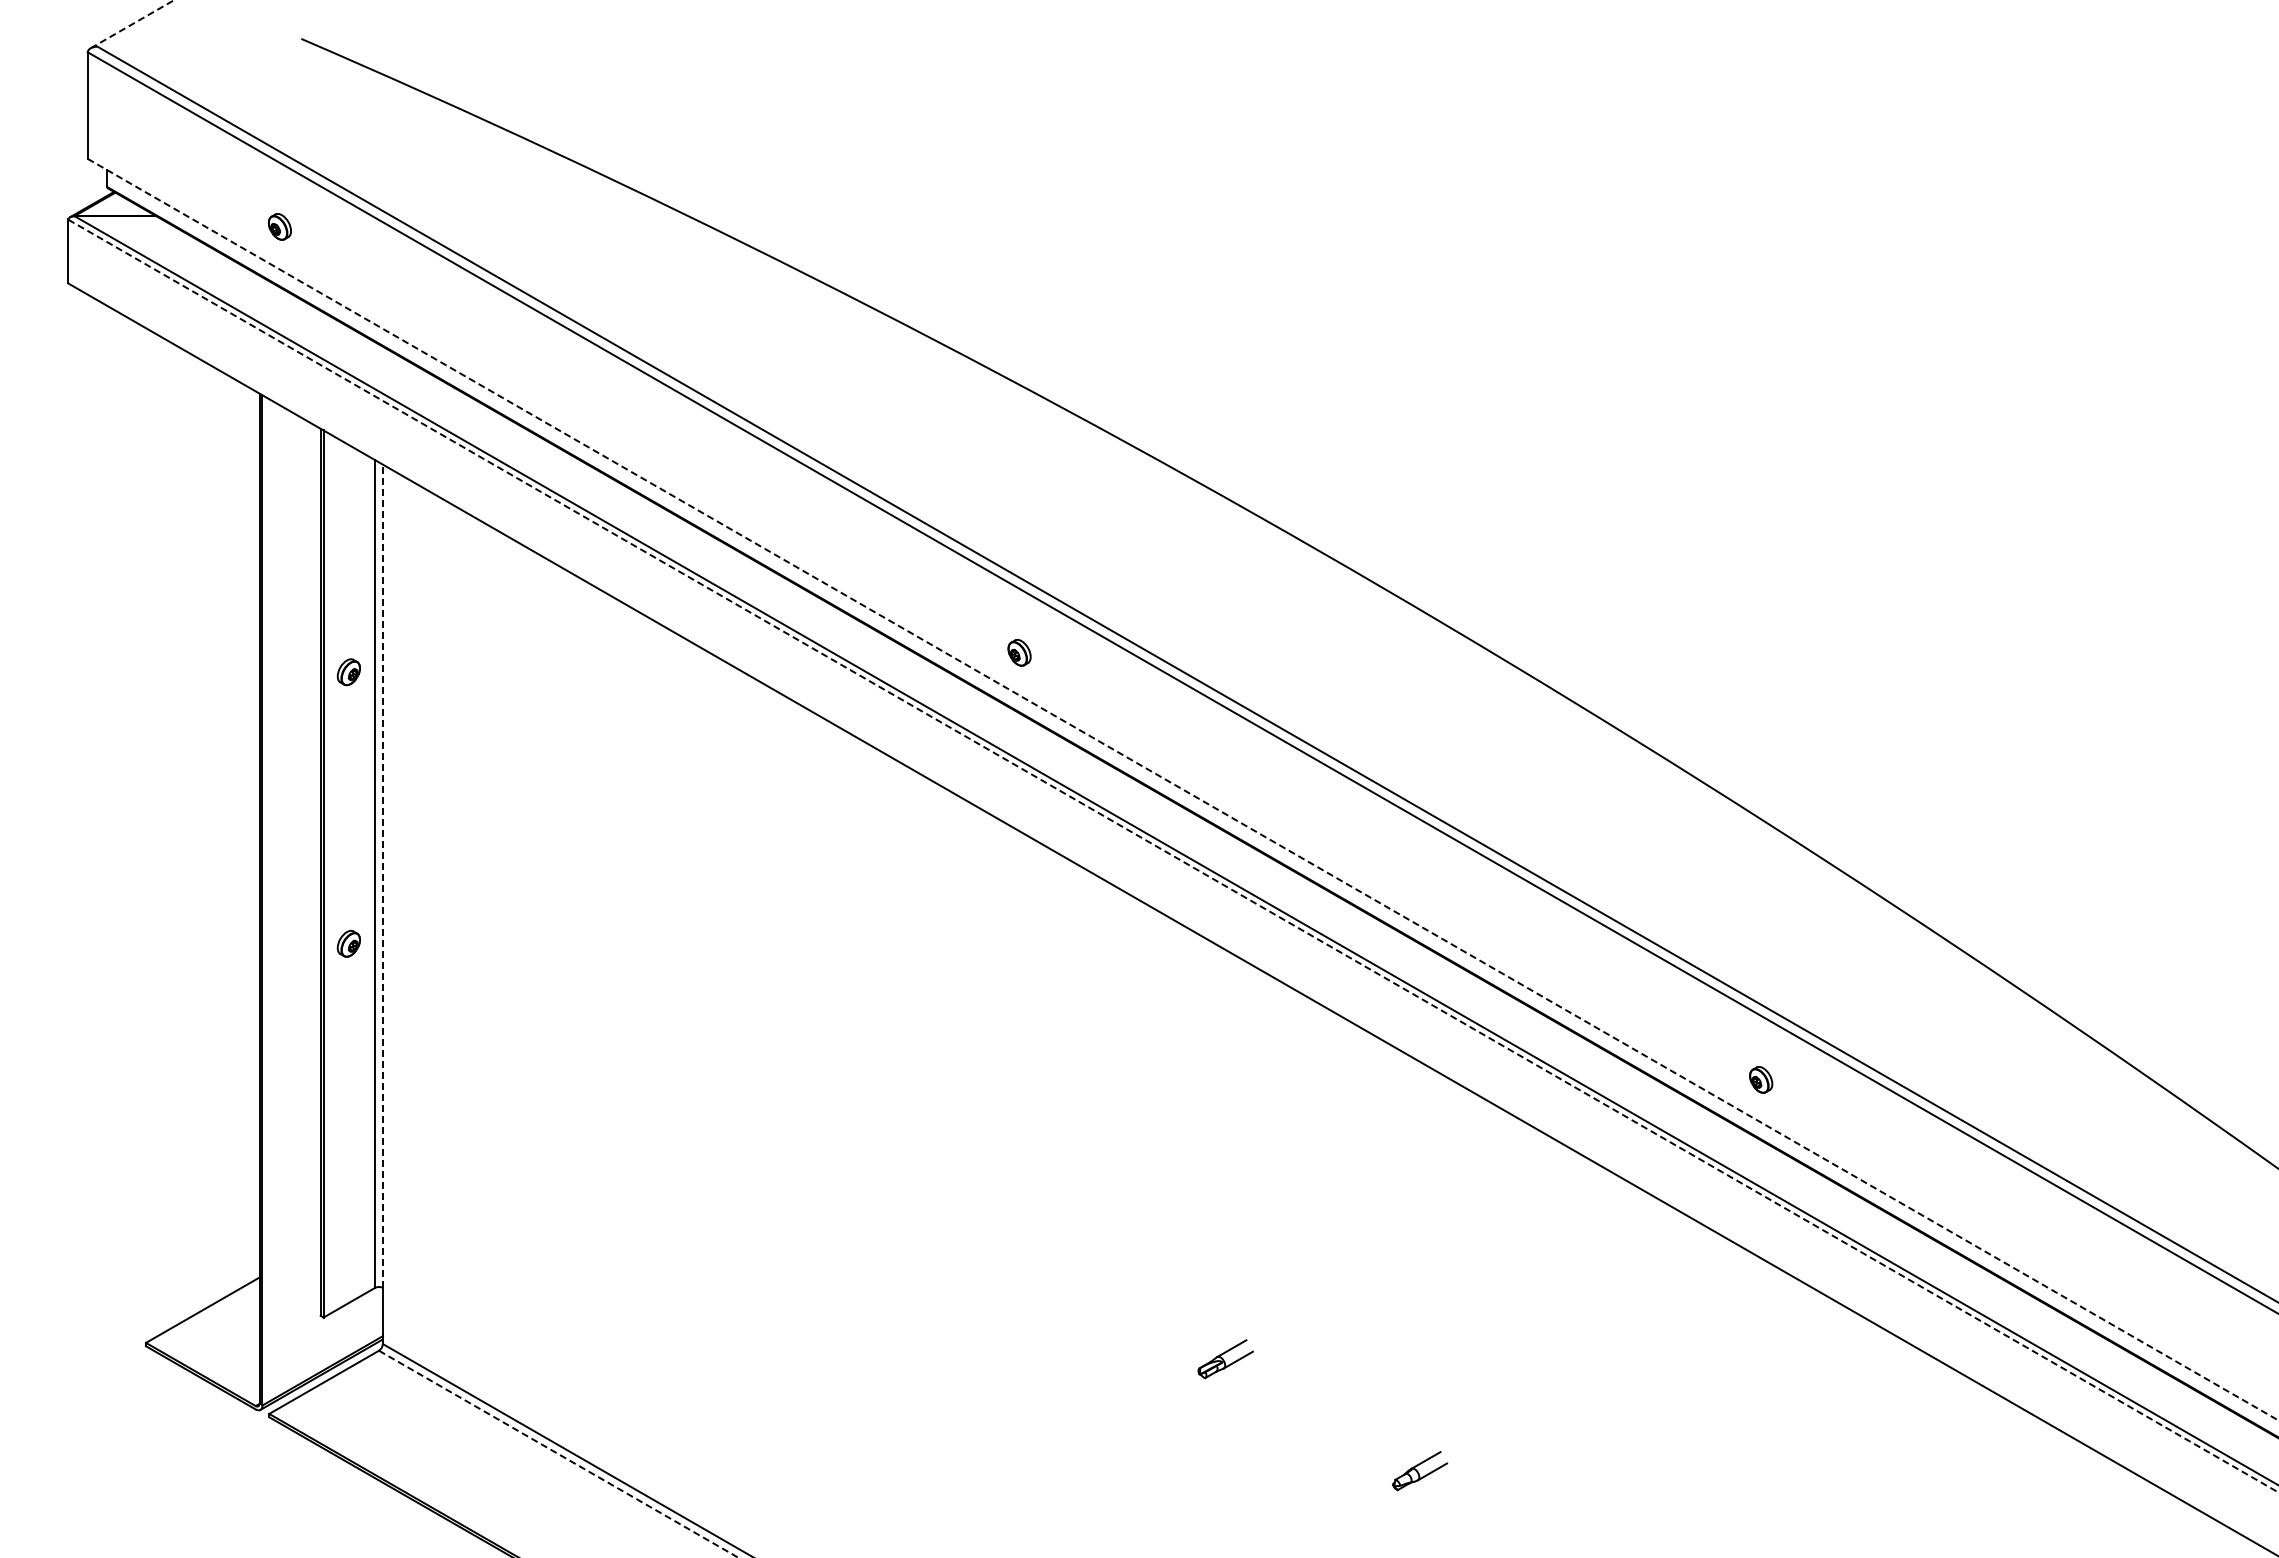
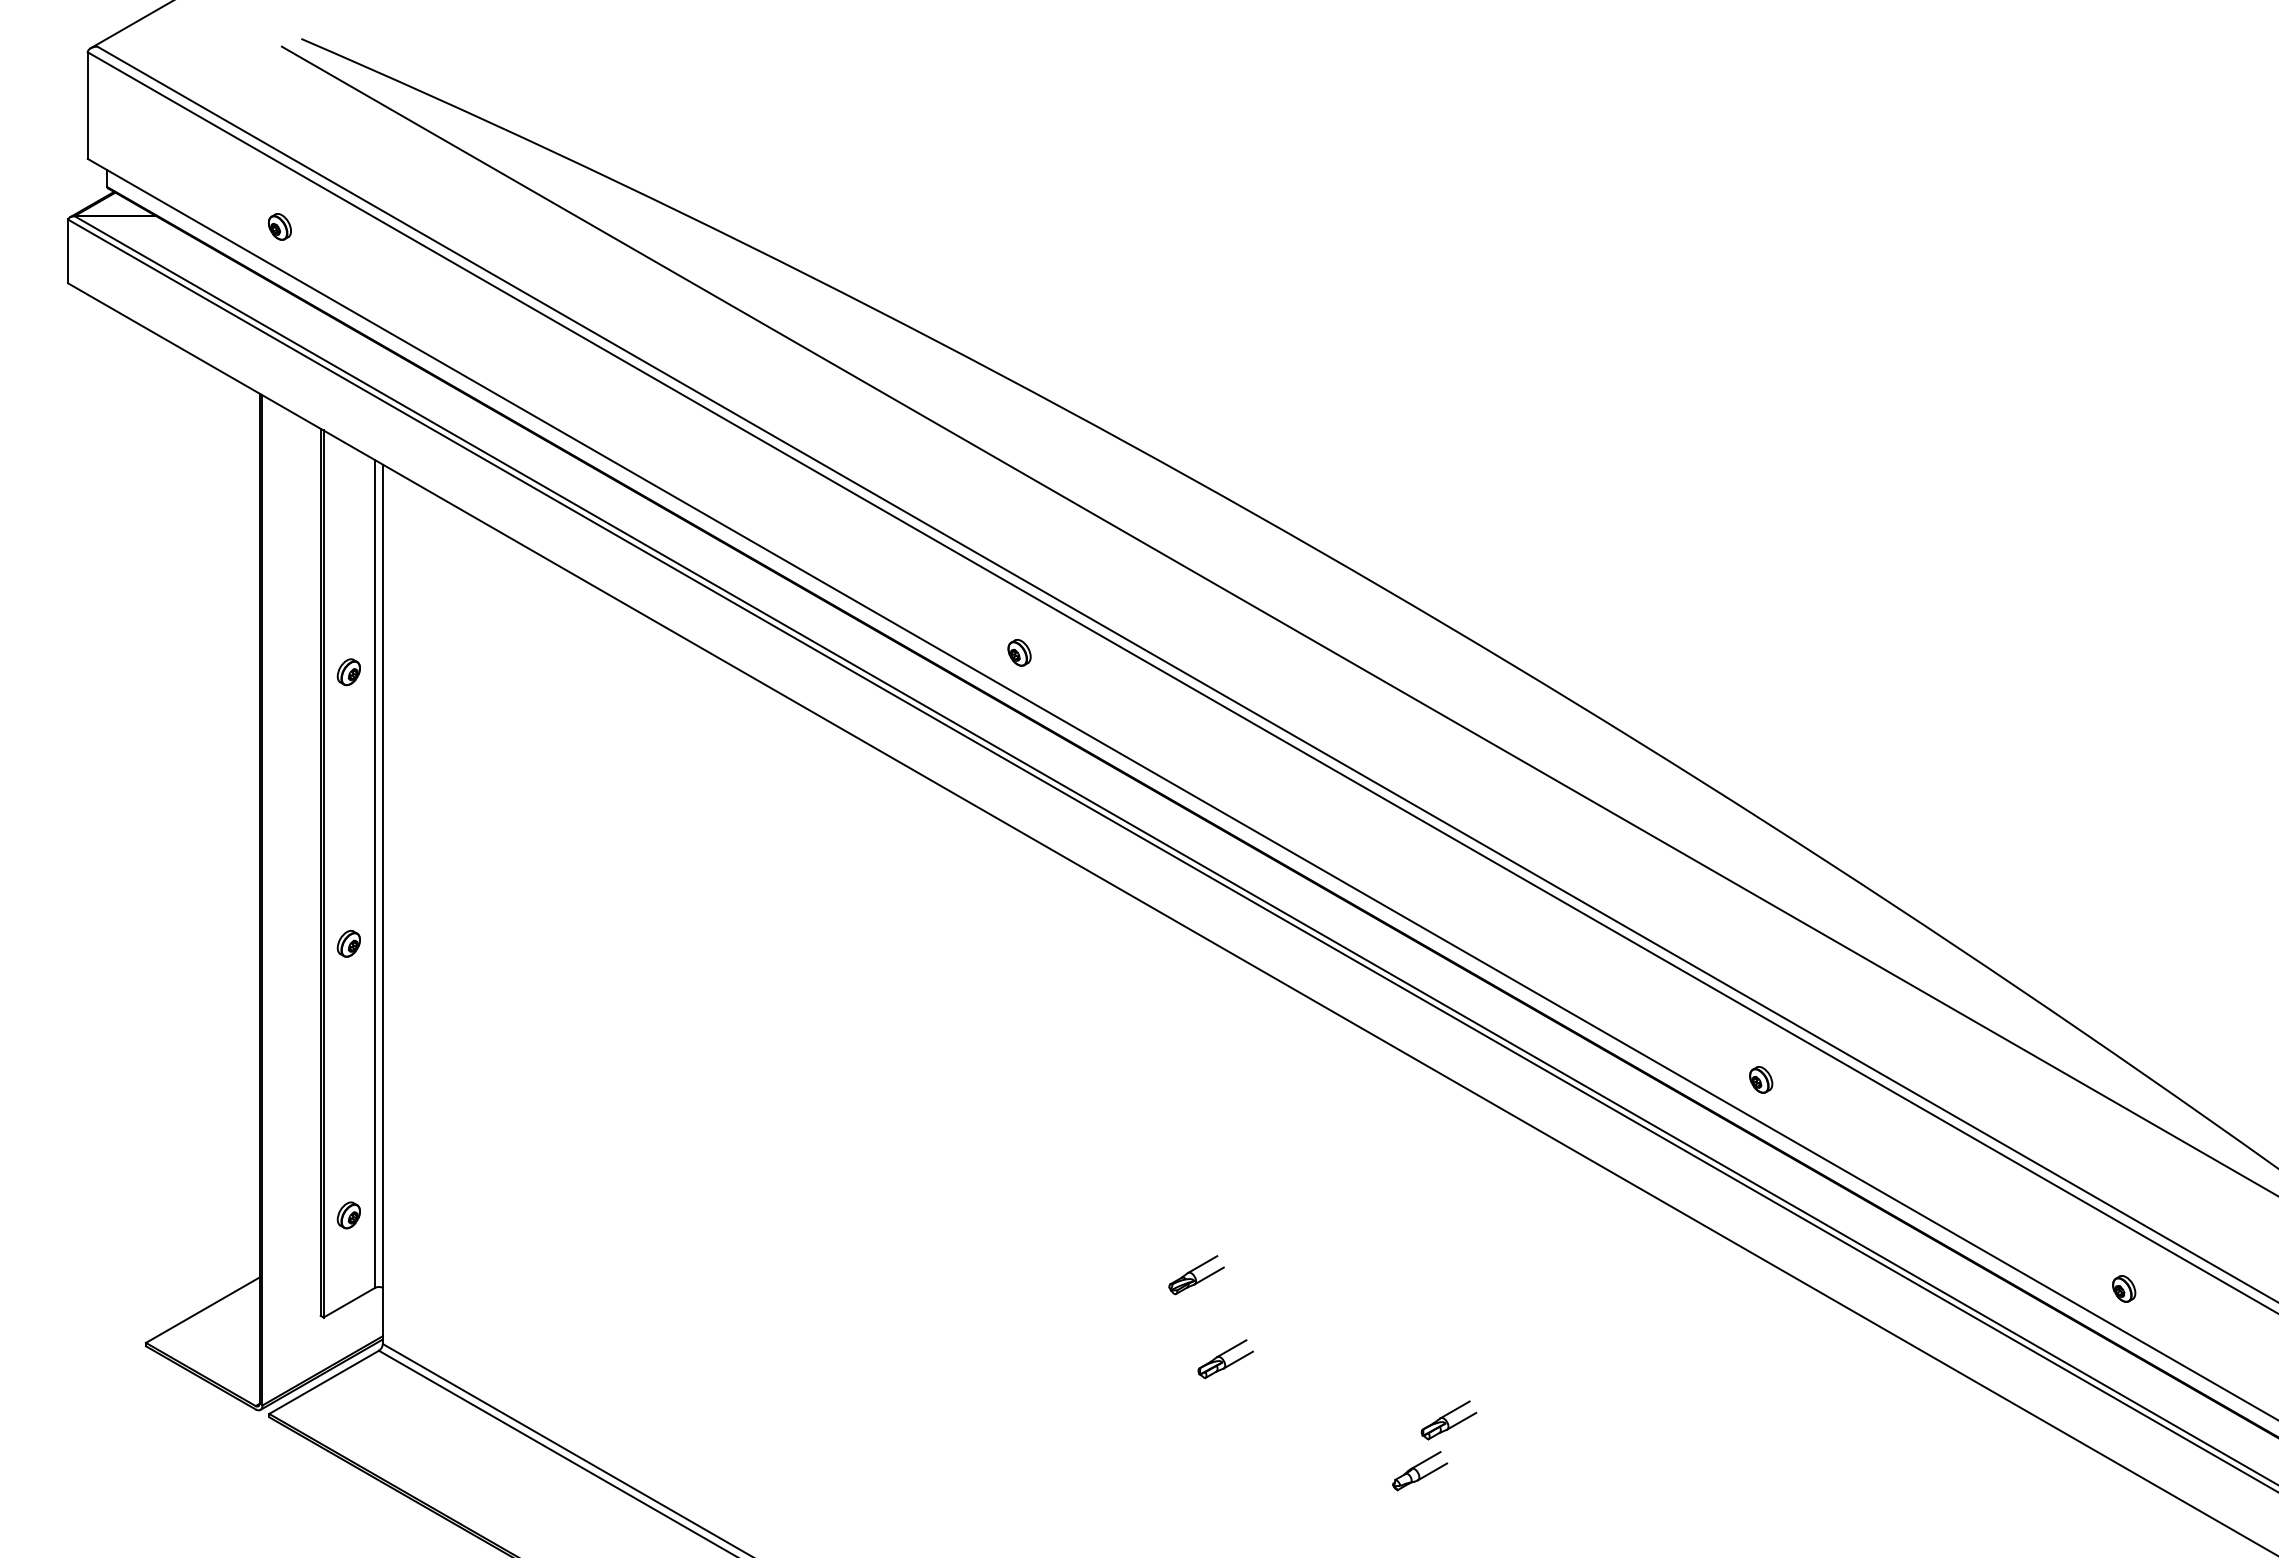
line at (132, 24): dashed -> solid
line at (1278, 620): none -> present
line at (1183, 790): dashed -> solid
line at (1173, 856): dashed -> solid
line at (382, 876): dashed -> solid
part at (348, 1215): none -> present
part at (1196, 1275): none -> present
part at (2124, 1288): none -> present
part at (1448, 1420): none -> present
line at (559, 1454): dashed -> solid
